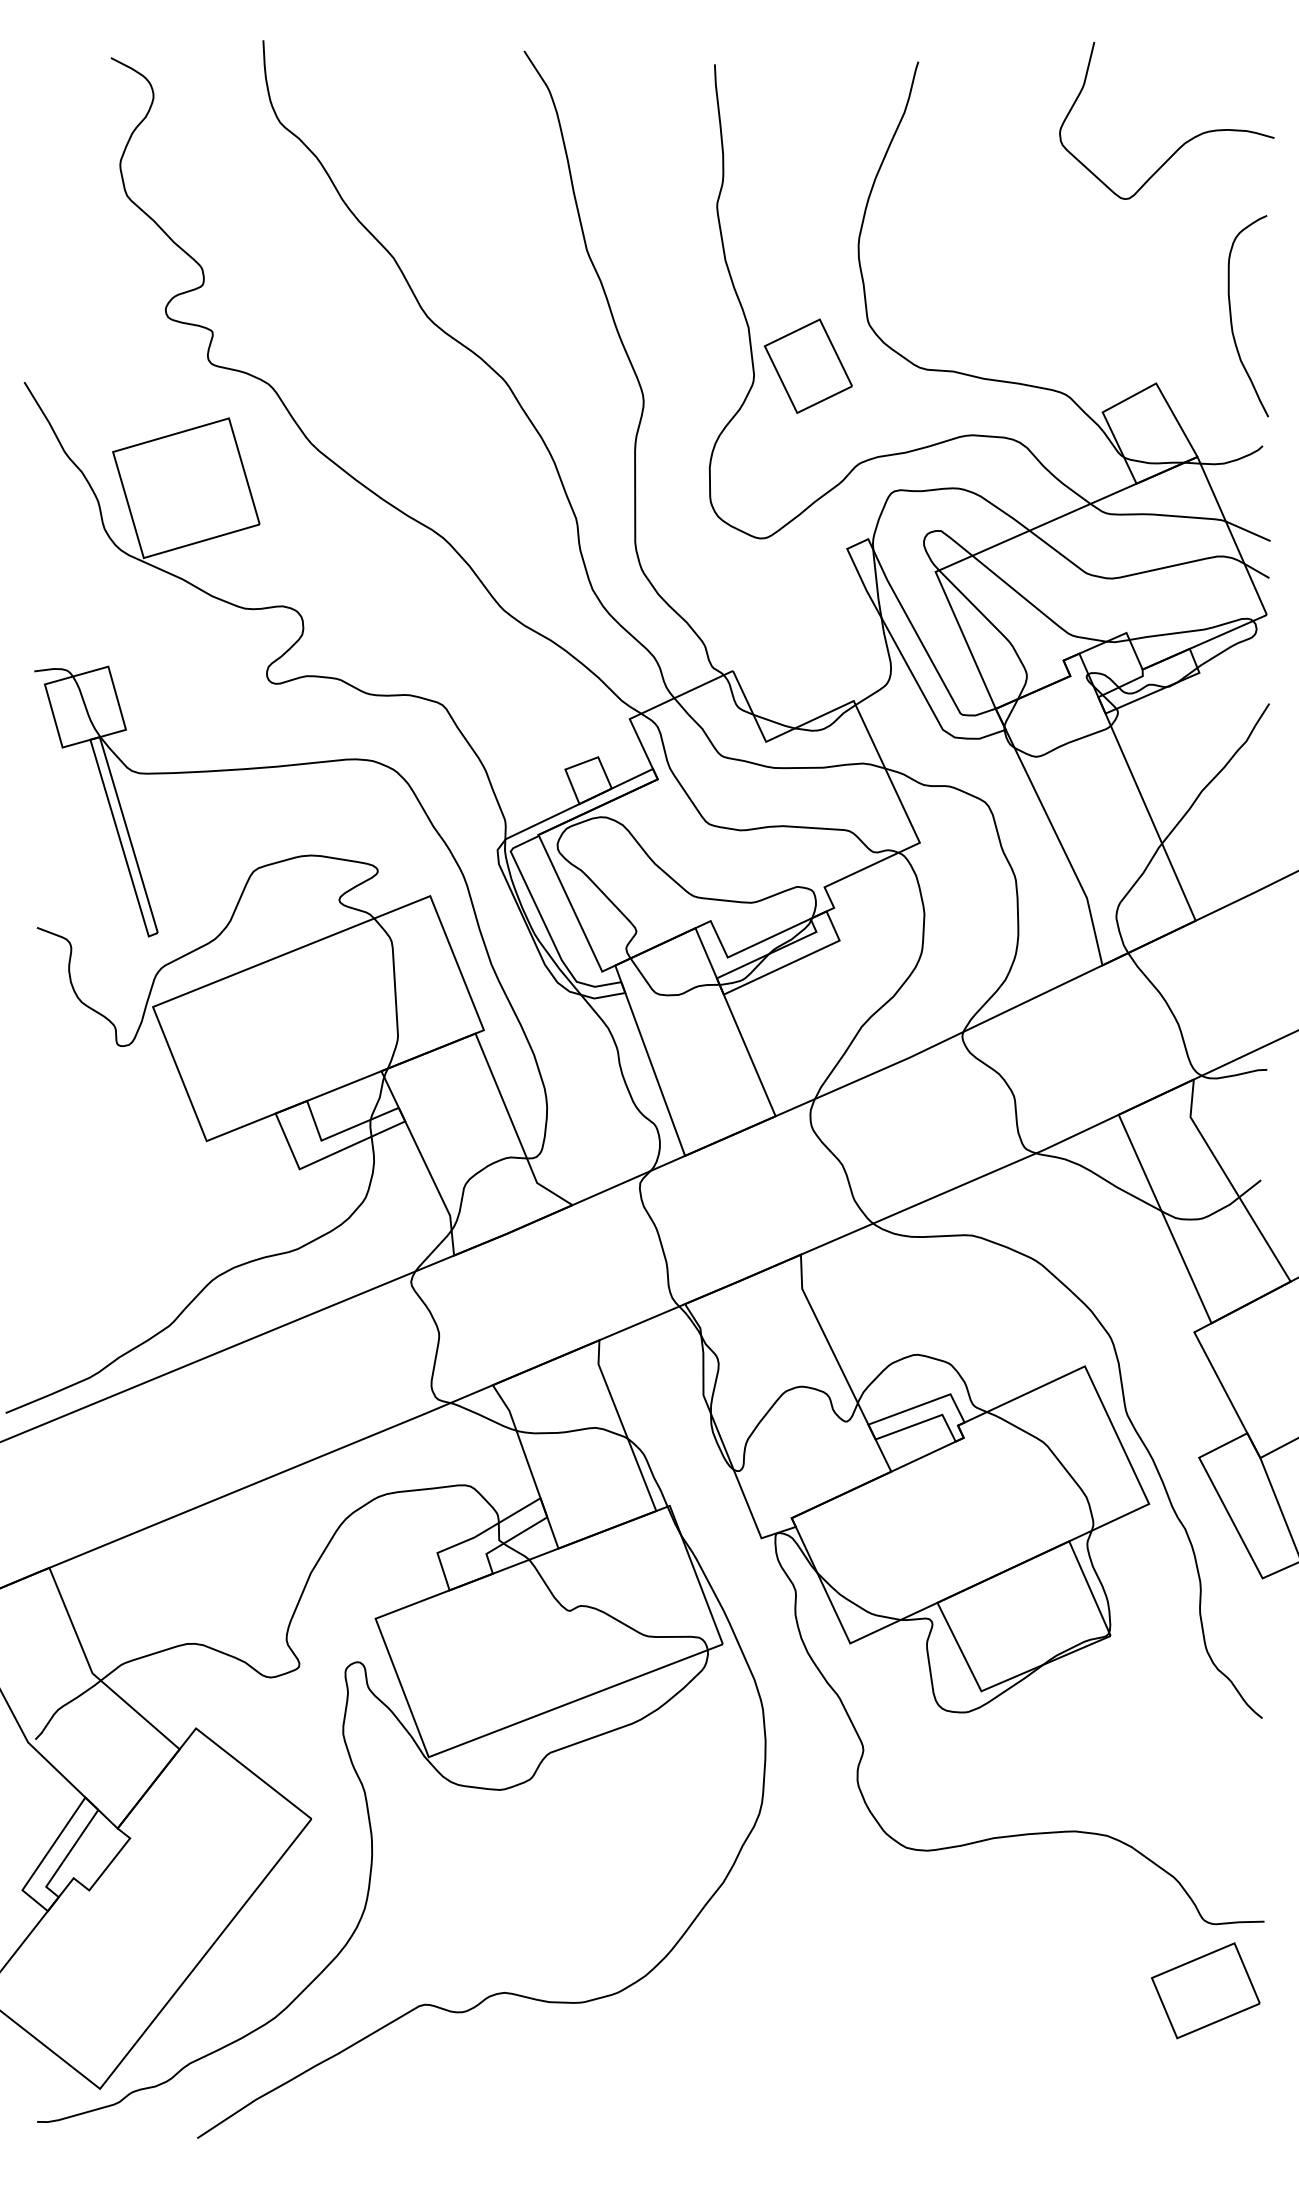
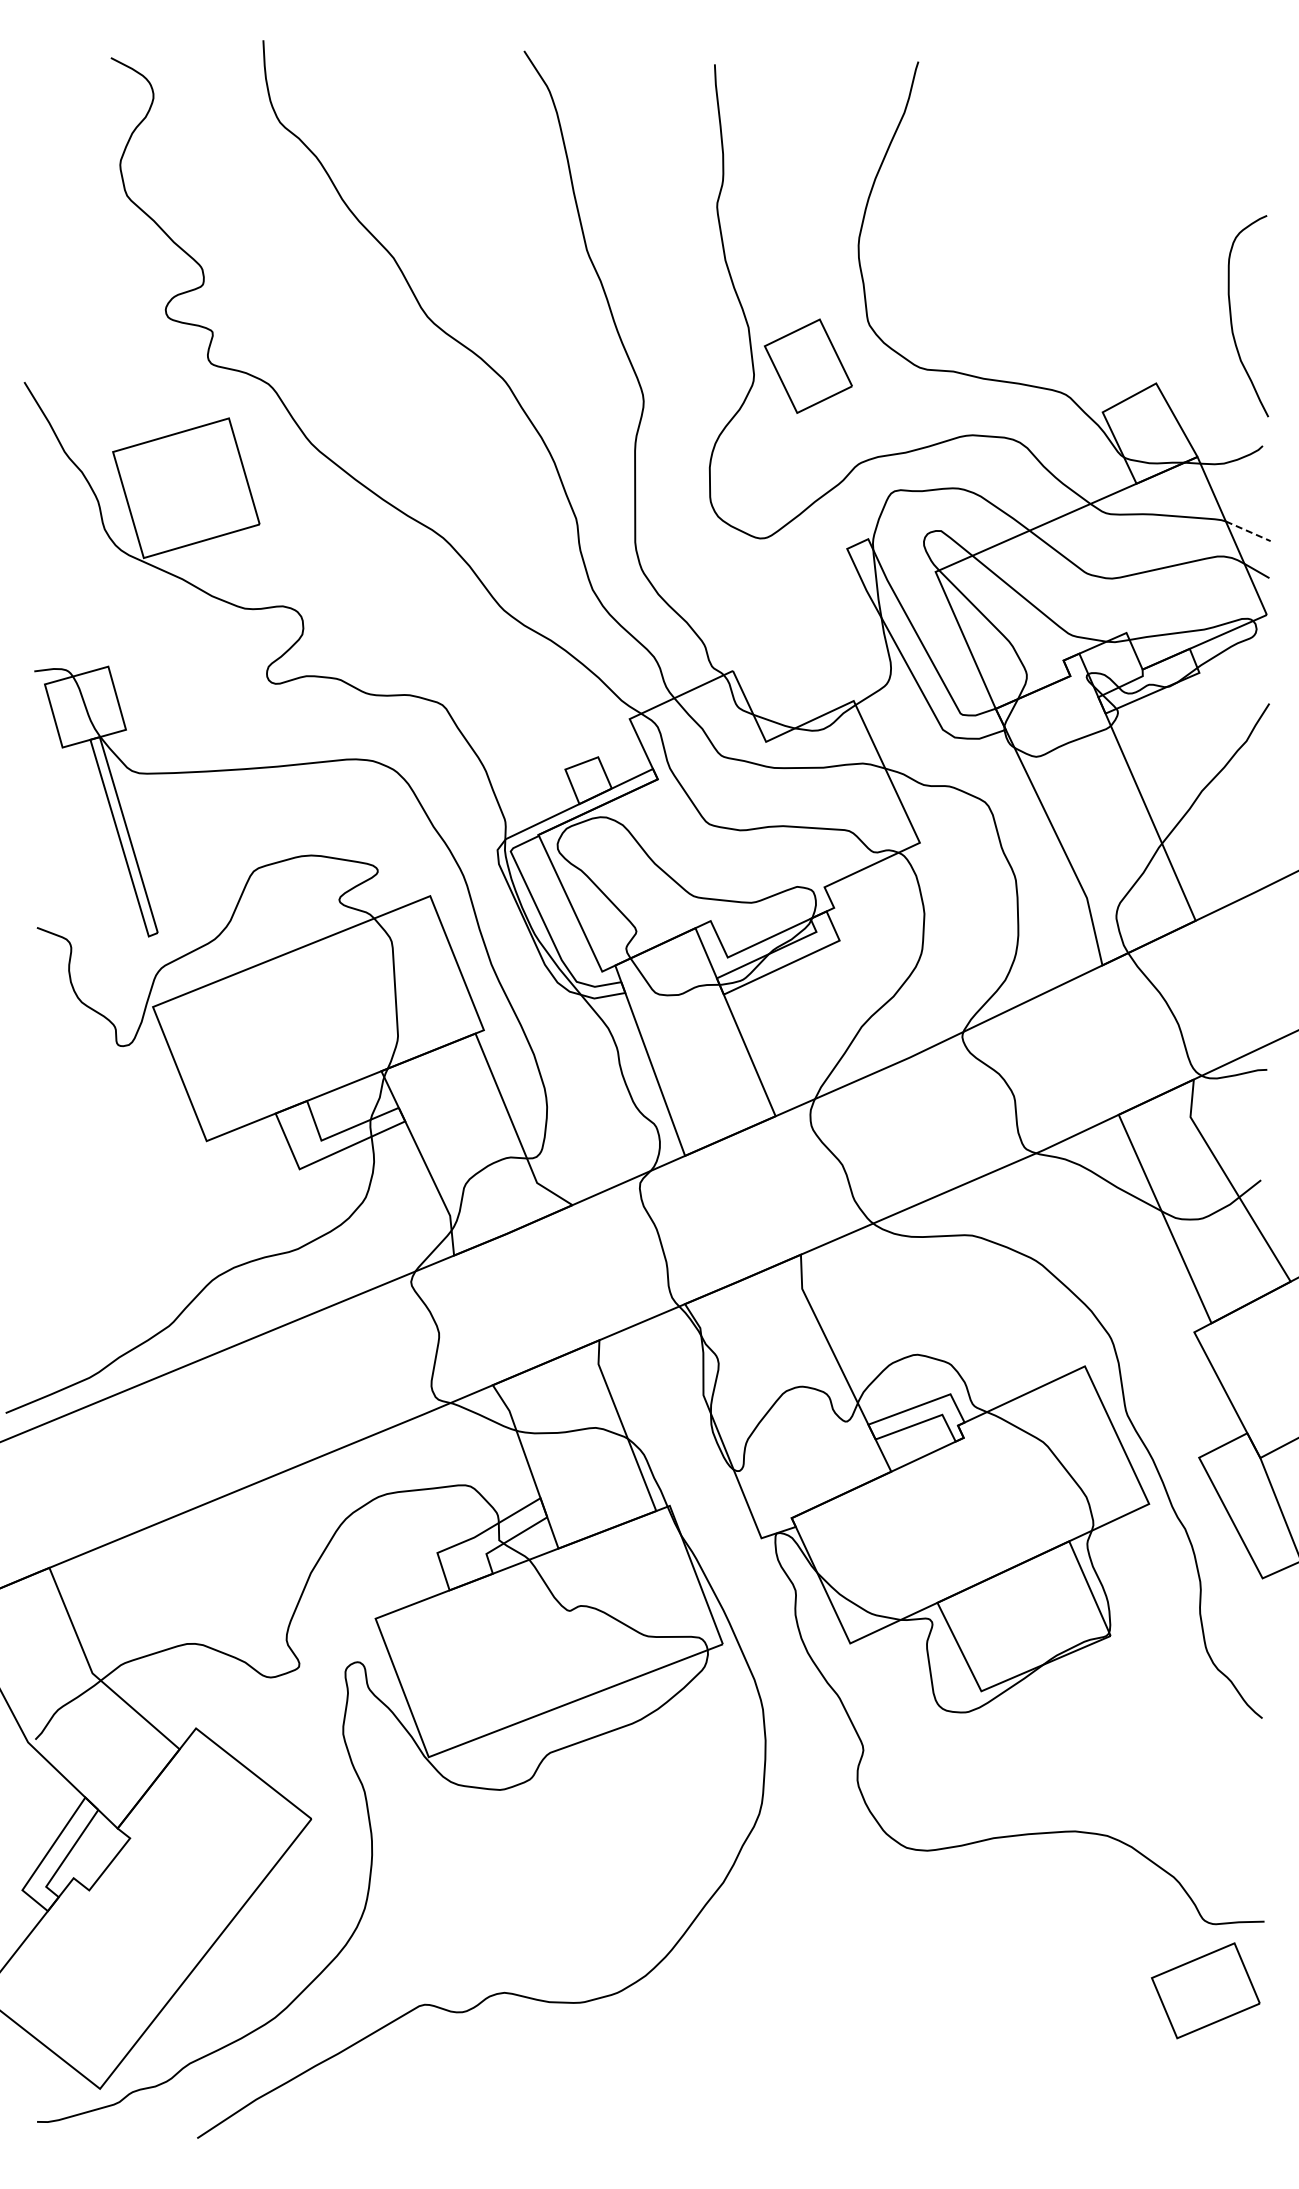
curve at (1184, 142): present -> none
line at (1248, 531): solid -> dashed
